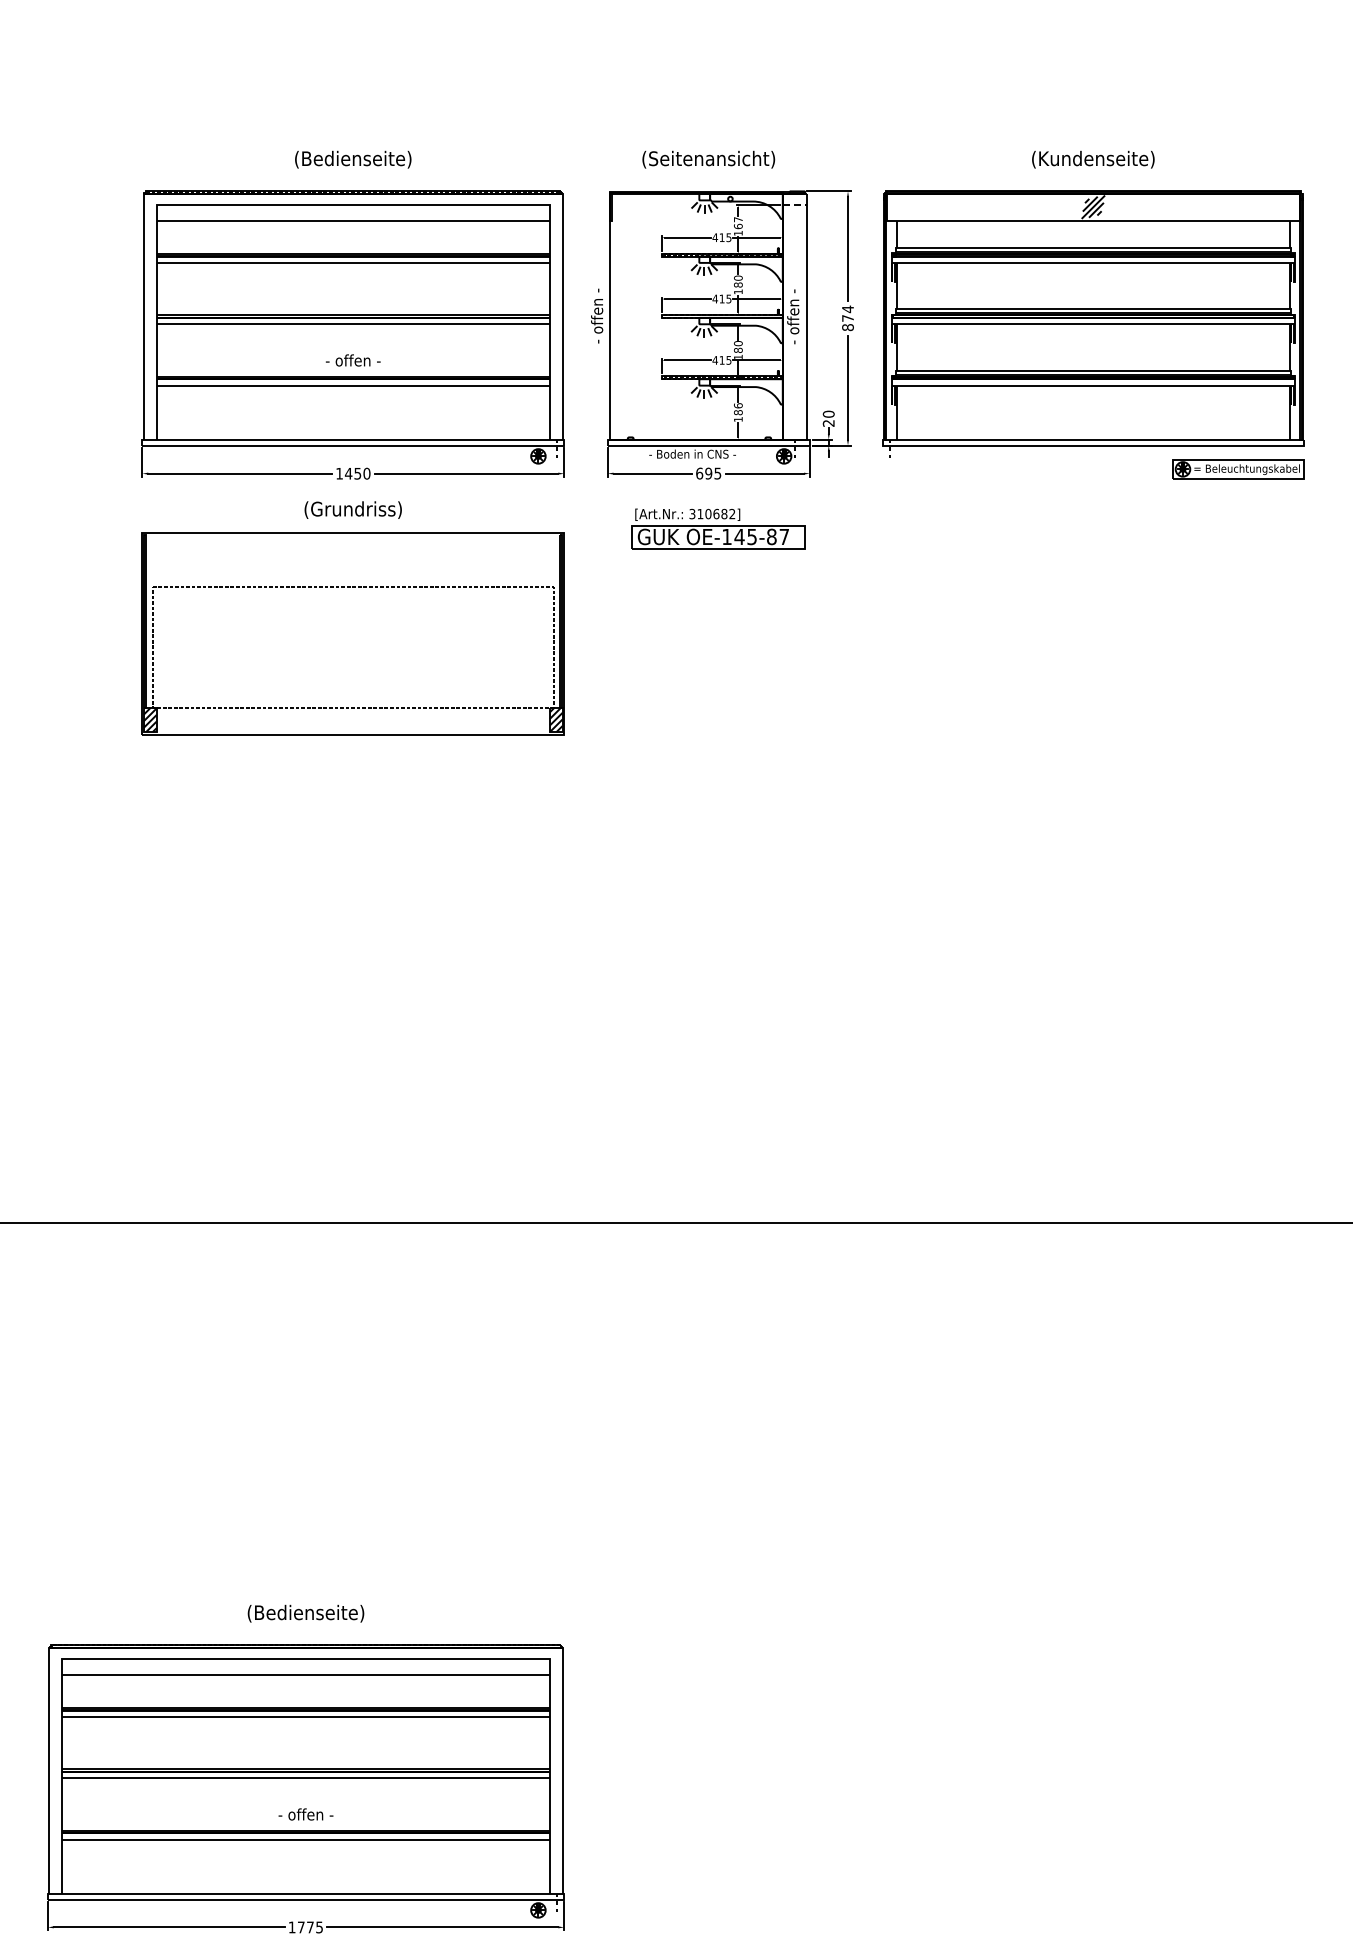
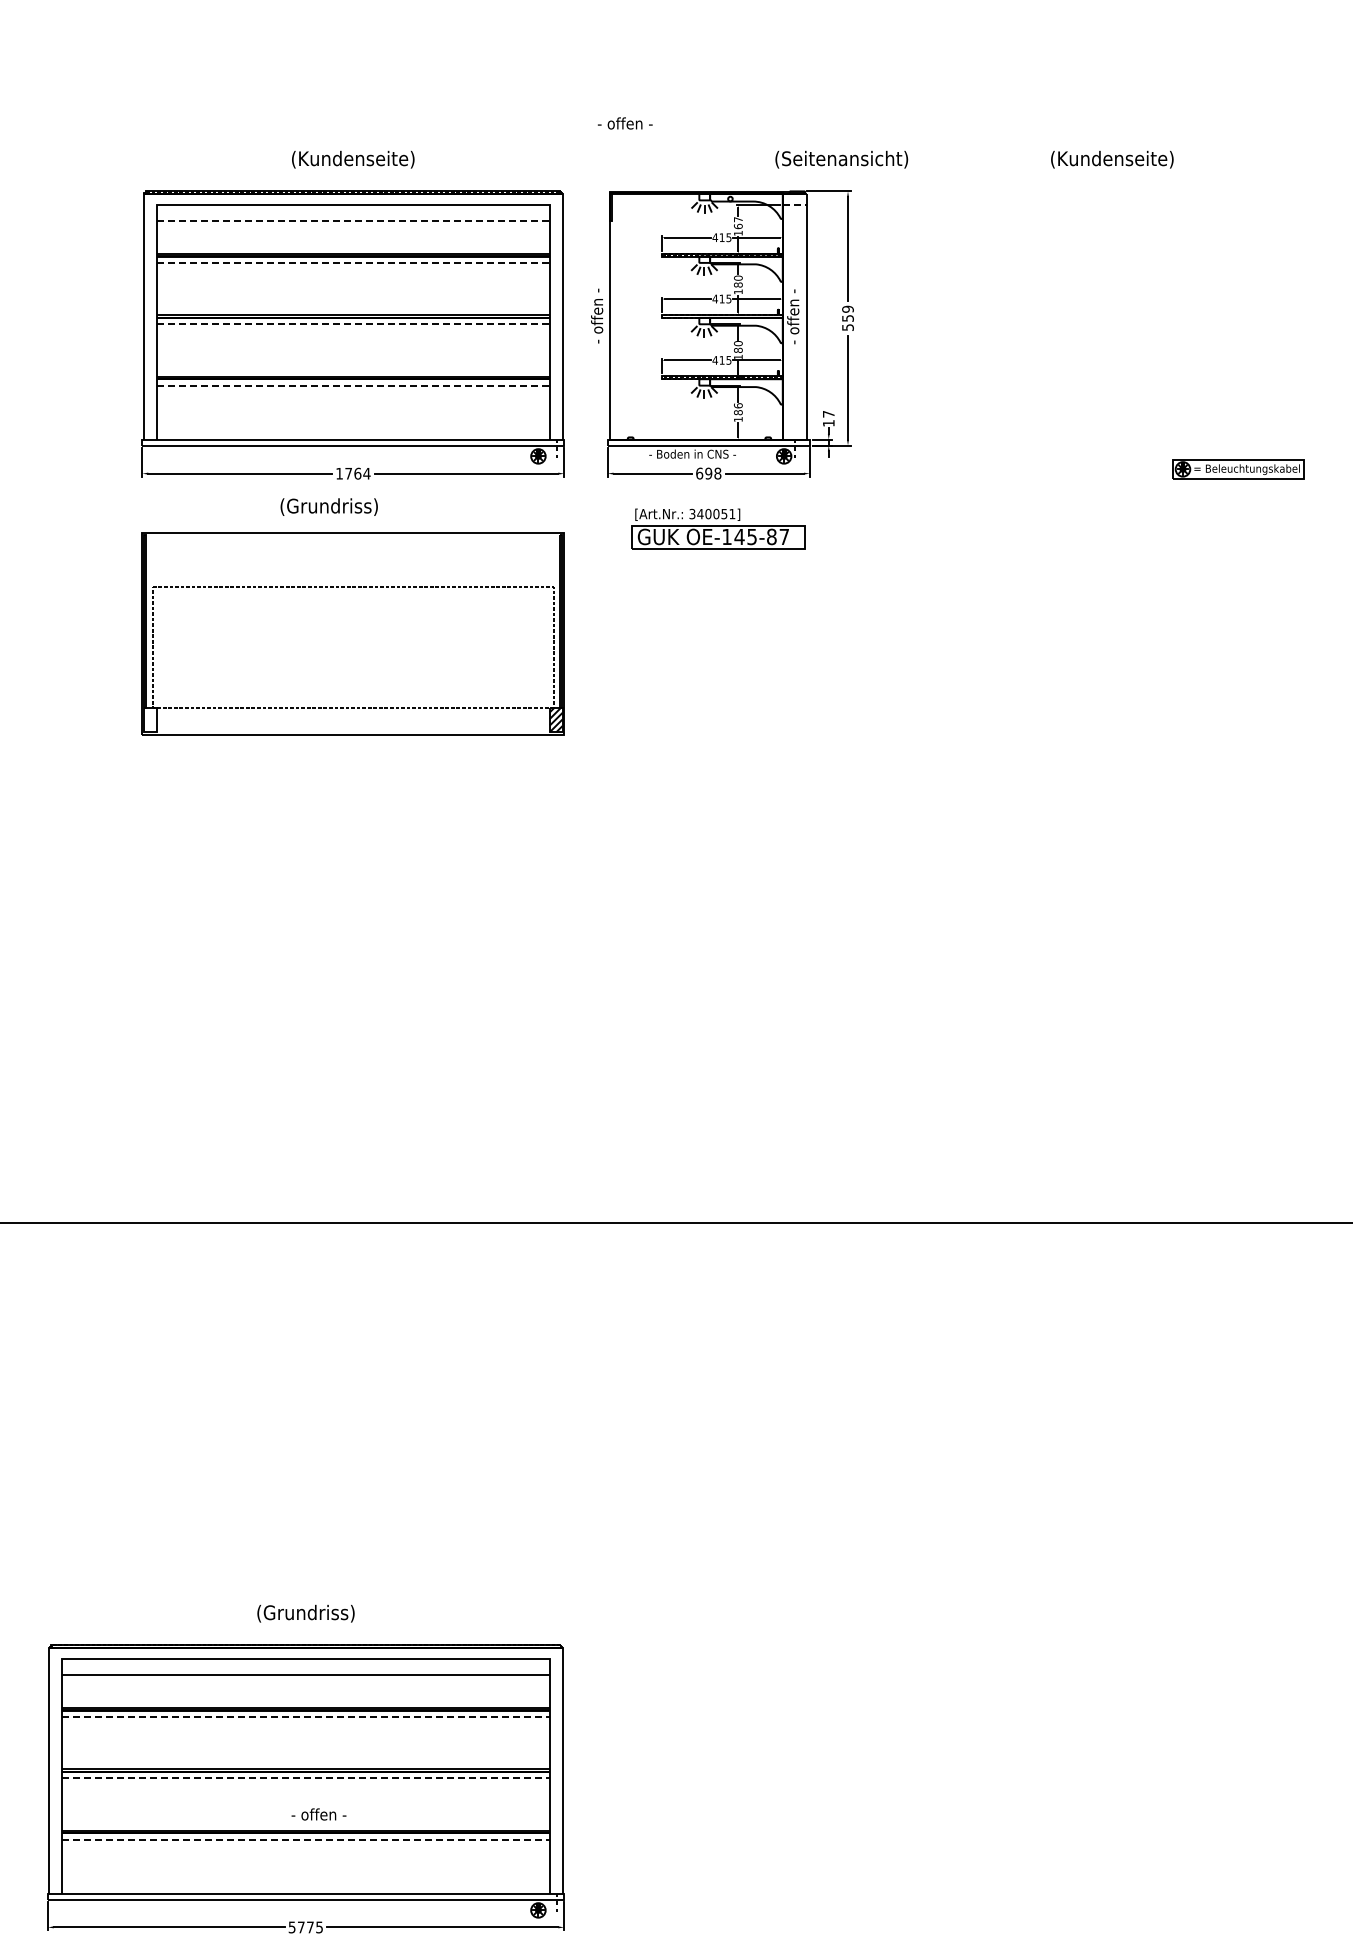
text at (353, 159): (Bedienseite) -> (Kundenseite)
text at (708, 159) position: (708, 159) -> (841, 159)
text at (1093, 159) position: (1093, 159) -> (1112, 159)
line at (353, 220): solid -> dashed
line at (353, 262): solid -> dashed
text at (847, 318): 874 -> 559
part at (1093, 323): present -> none
line at (353, 324): solid -> dashed
text at (353, 360) position: (353, 360) -> (625, 123)
line at (353, 385): solid -> dashed
text at (828, 418): 20 -> 17
text at (357, 473): 1450 -> 1764
text at (717, 473): 695 -> 698
text at (352, 509) position: (352, 509) -> (328, 506)
text at (716, 513): 310682] -> 340051]
hatch at (149, 719): present -> none
text at (305, 1613): (Bedienseite) -> (Grundriss)
line at (306, 1716): solid -> dashed
line at (306, 1778): solid -> dashed
text at (305, 1814) position: (305, 1814) -> (318, 1814)
line at (306, 1839): solid -> dashed
text at (291, 1927): 1775 -> 5775
